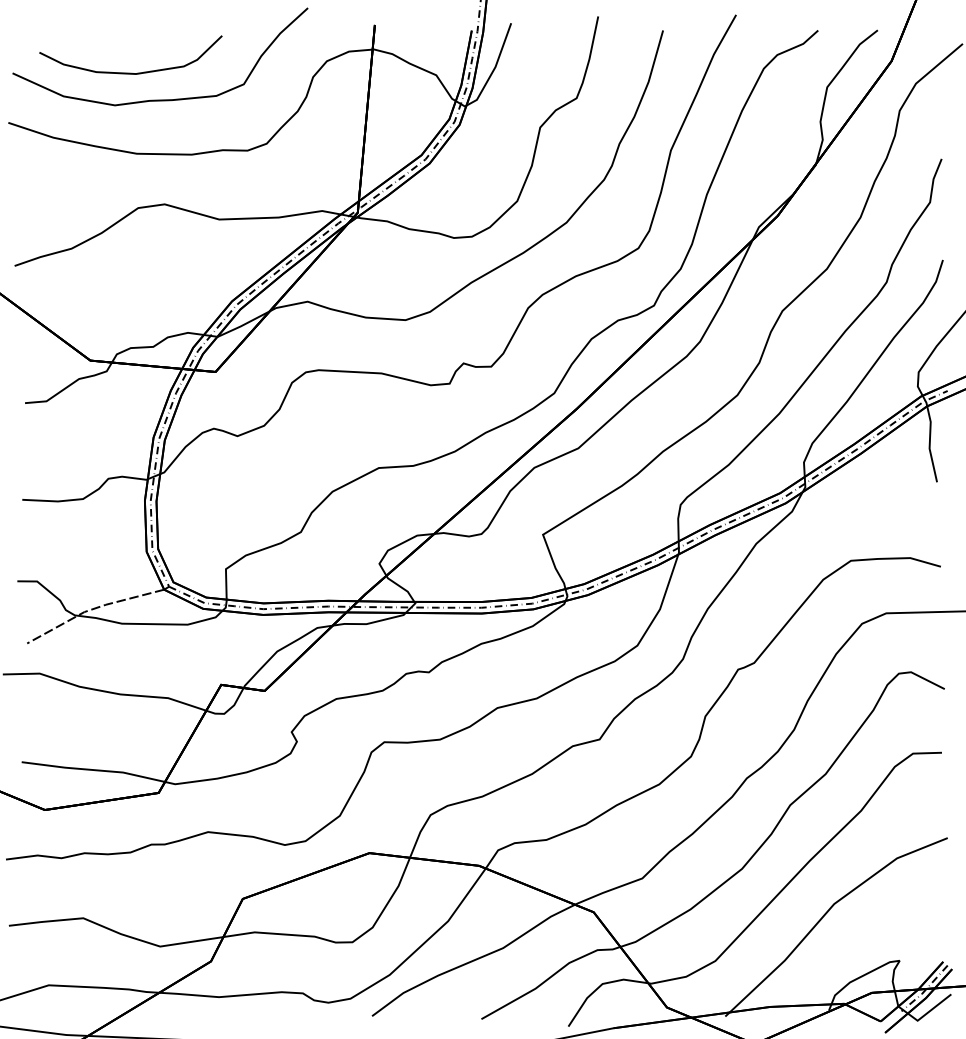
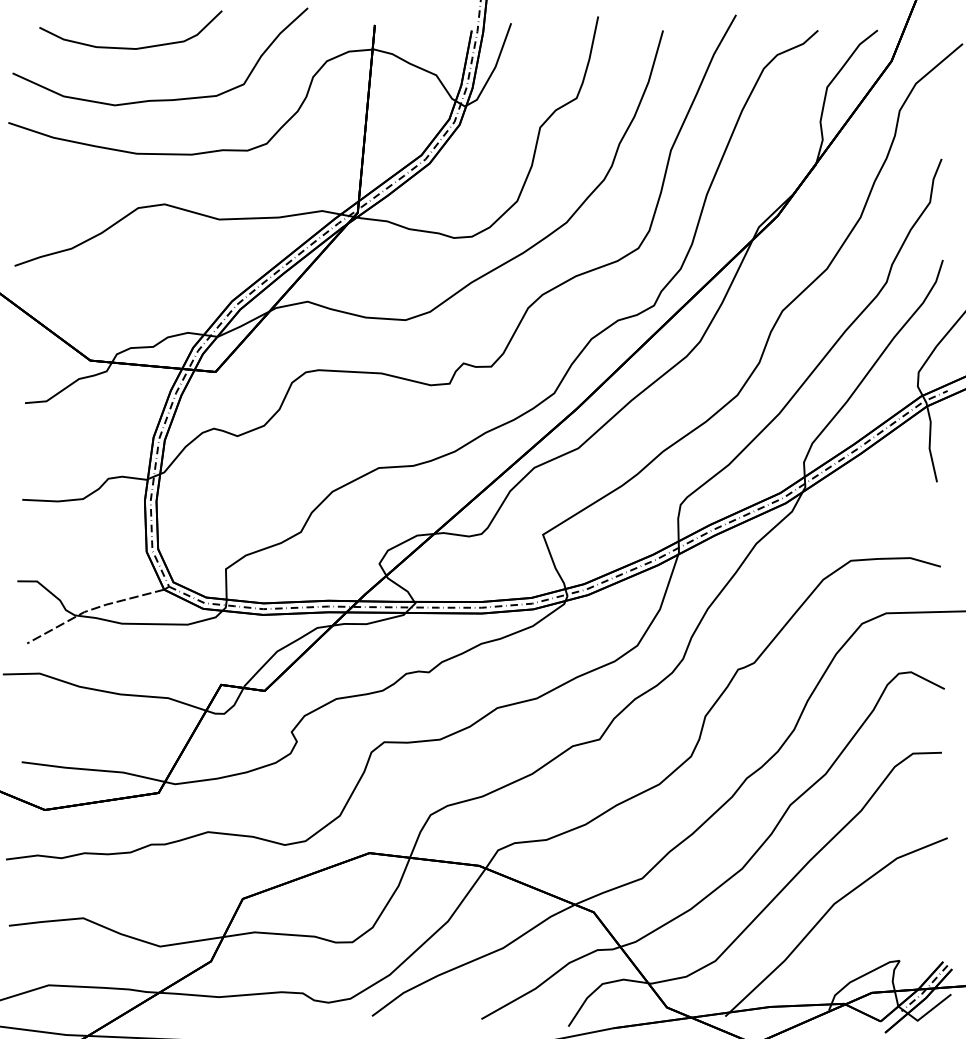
curve at (130, 72) position: (130, 72) -> (130, 47)
